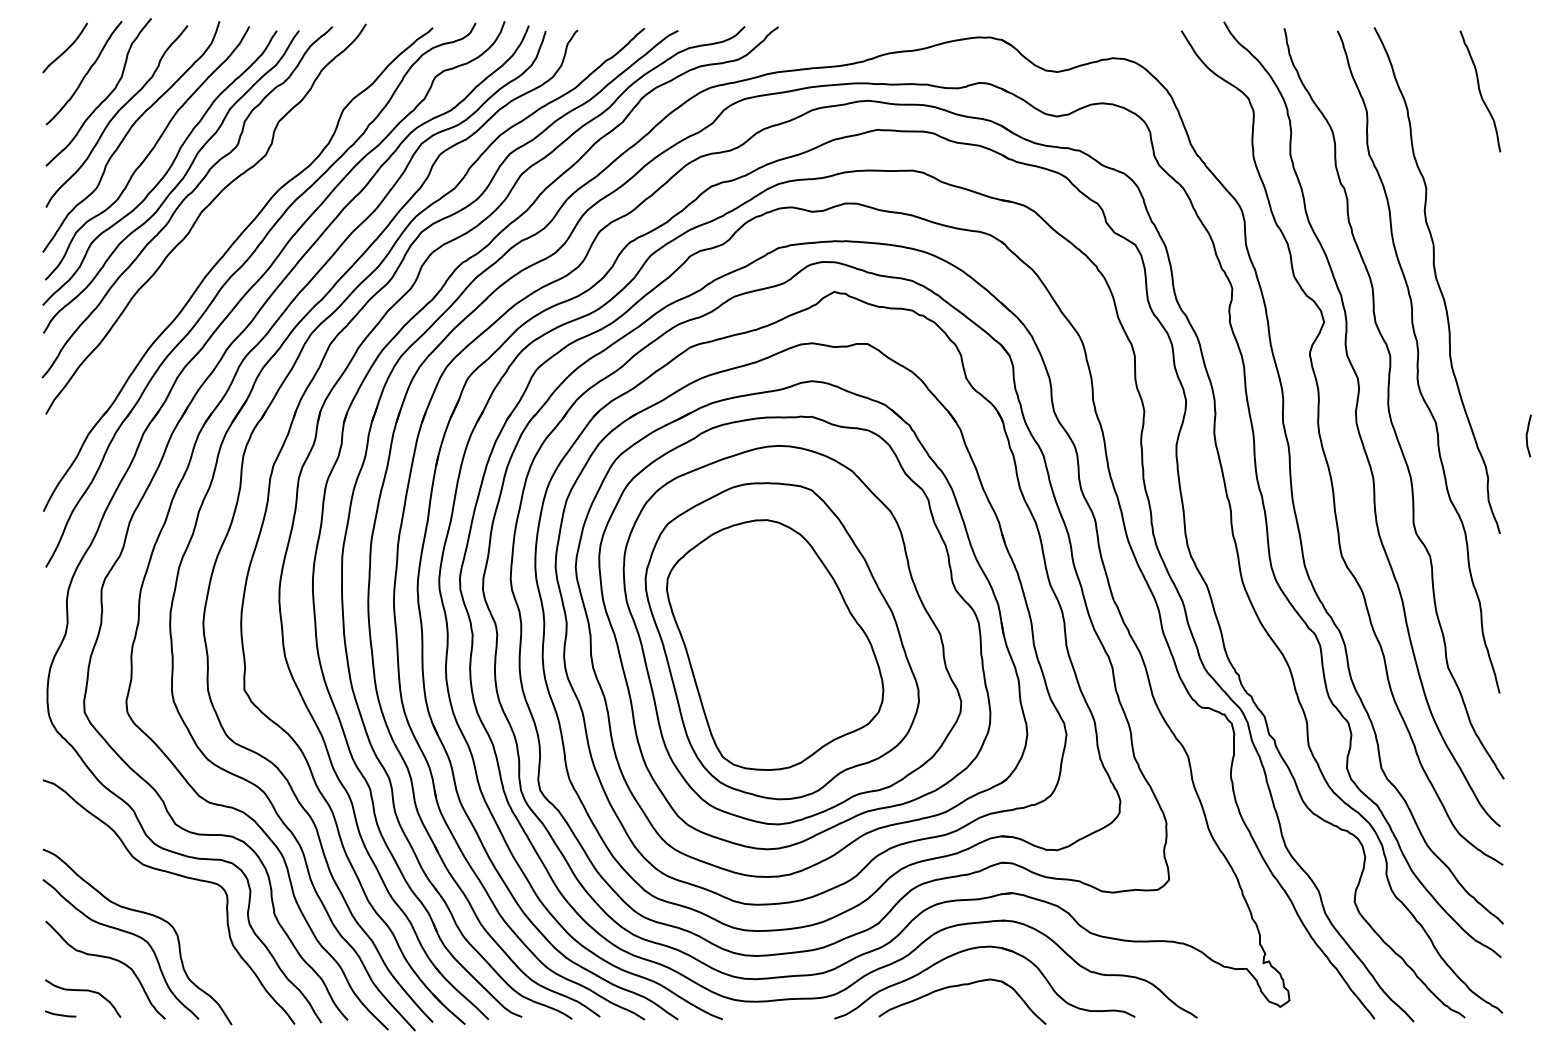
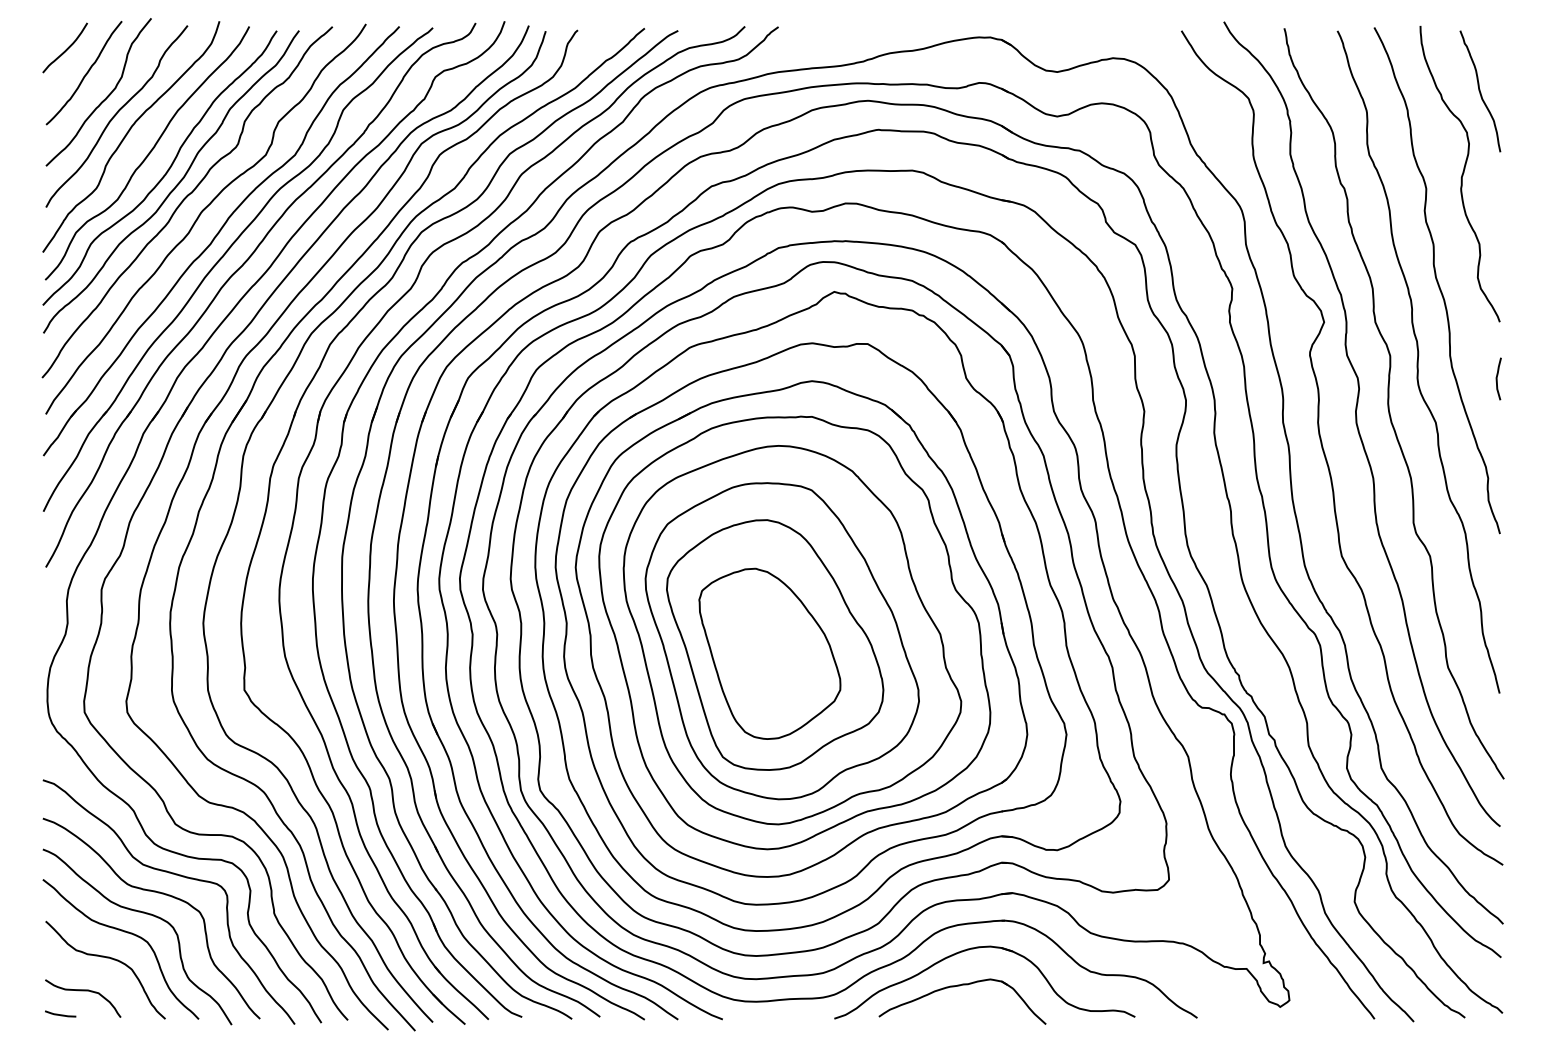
curve at (1461, 174): none -> present
part at (220, 241): none -> present
curve at (1527, 435) position: (1527, 435) -> (1497, 378)
part at (769, 653): none -> present
curve at (158, 893): none -> present
